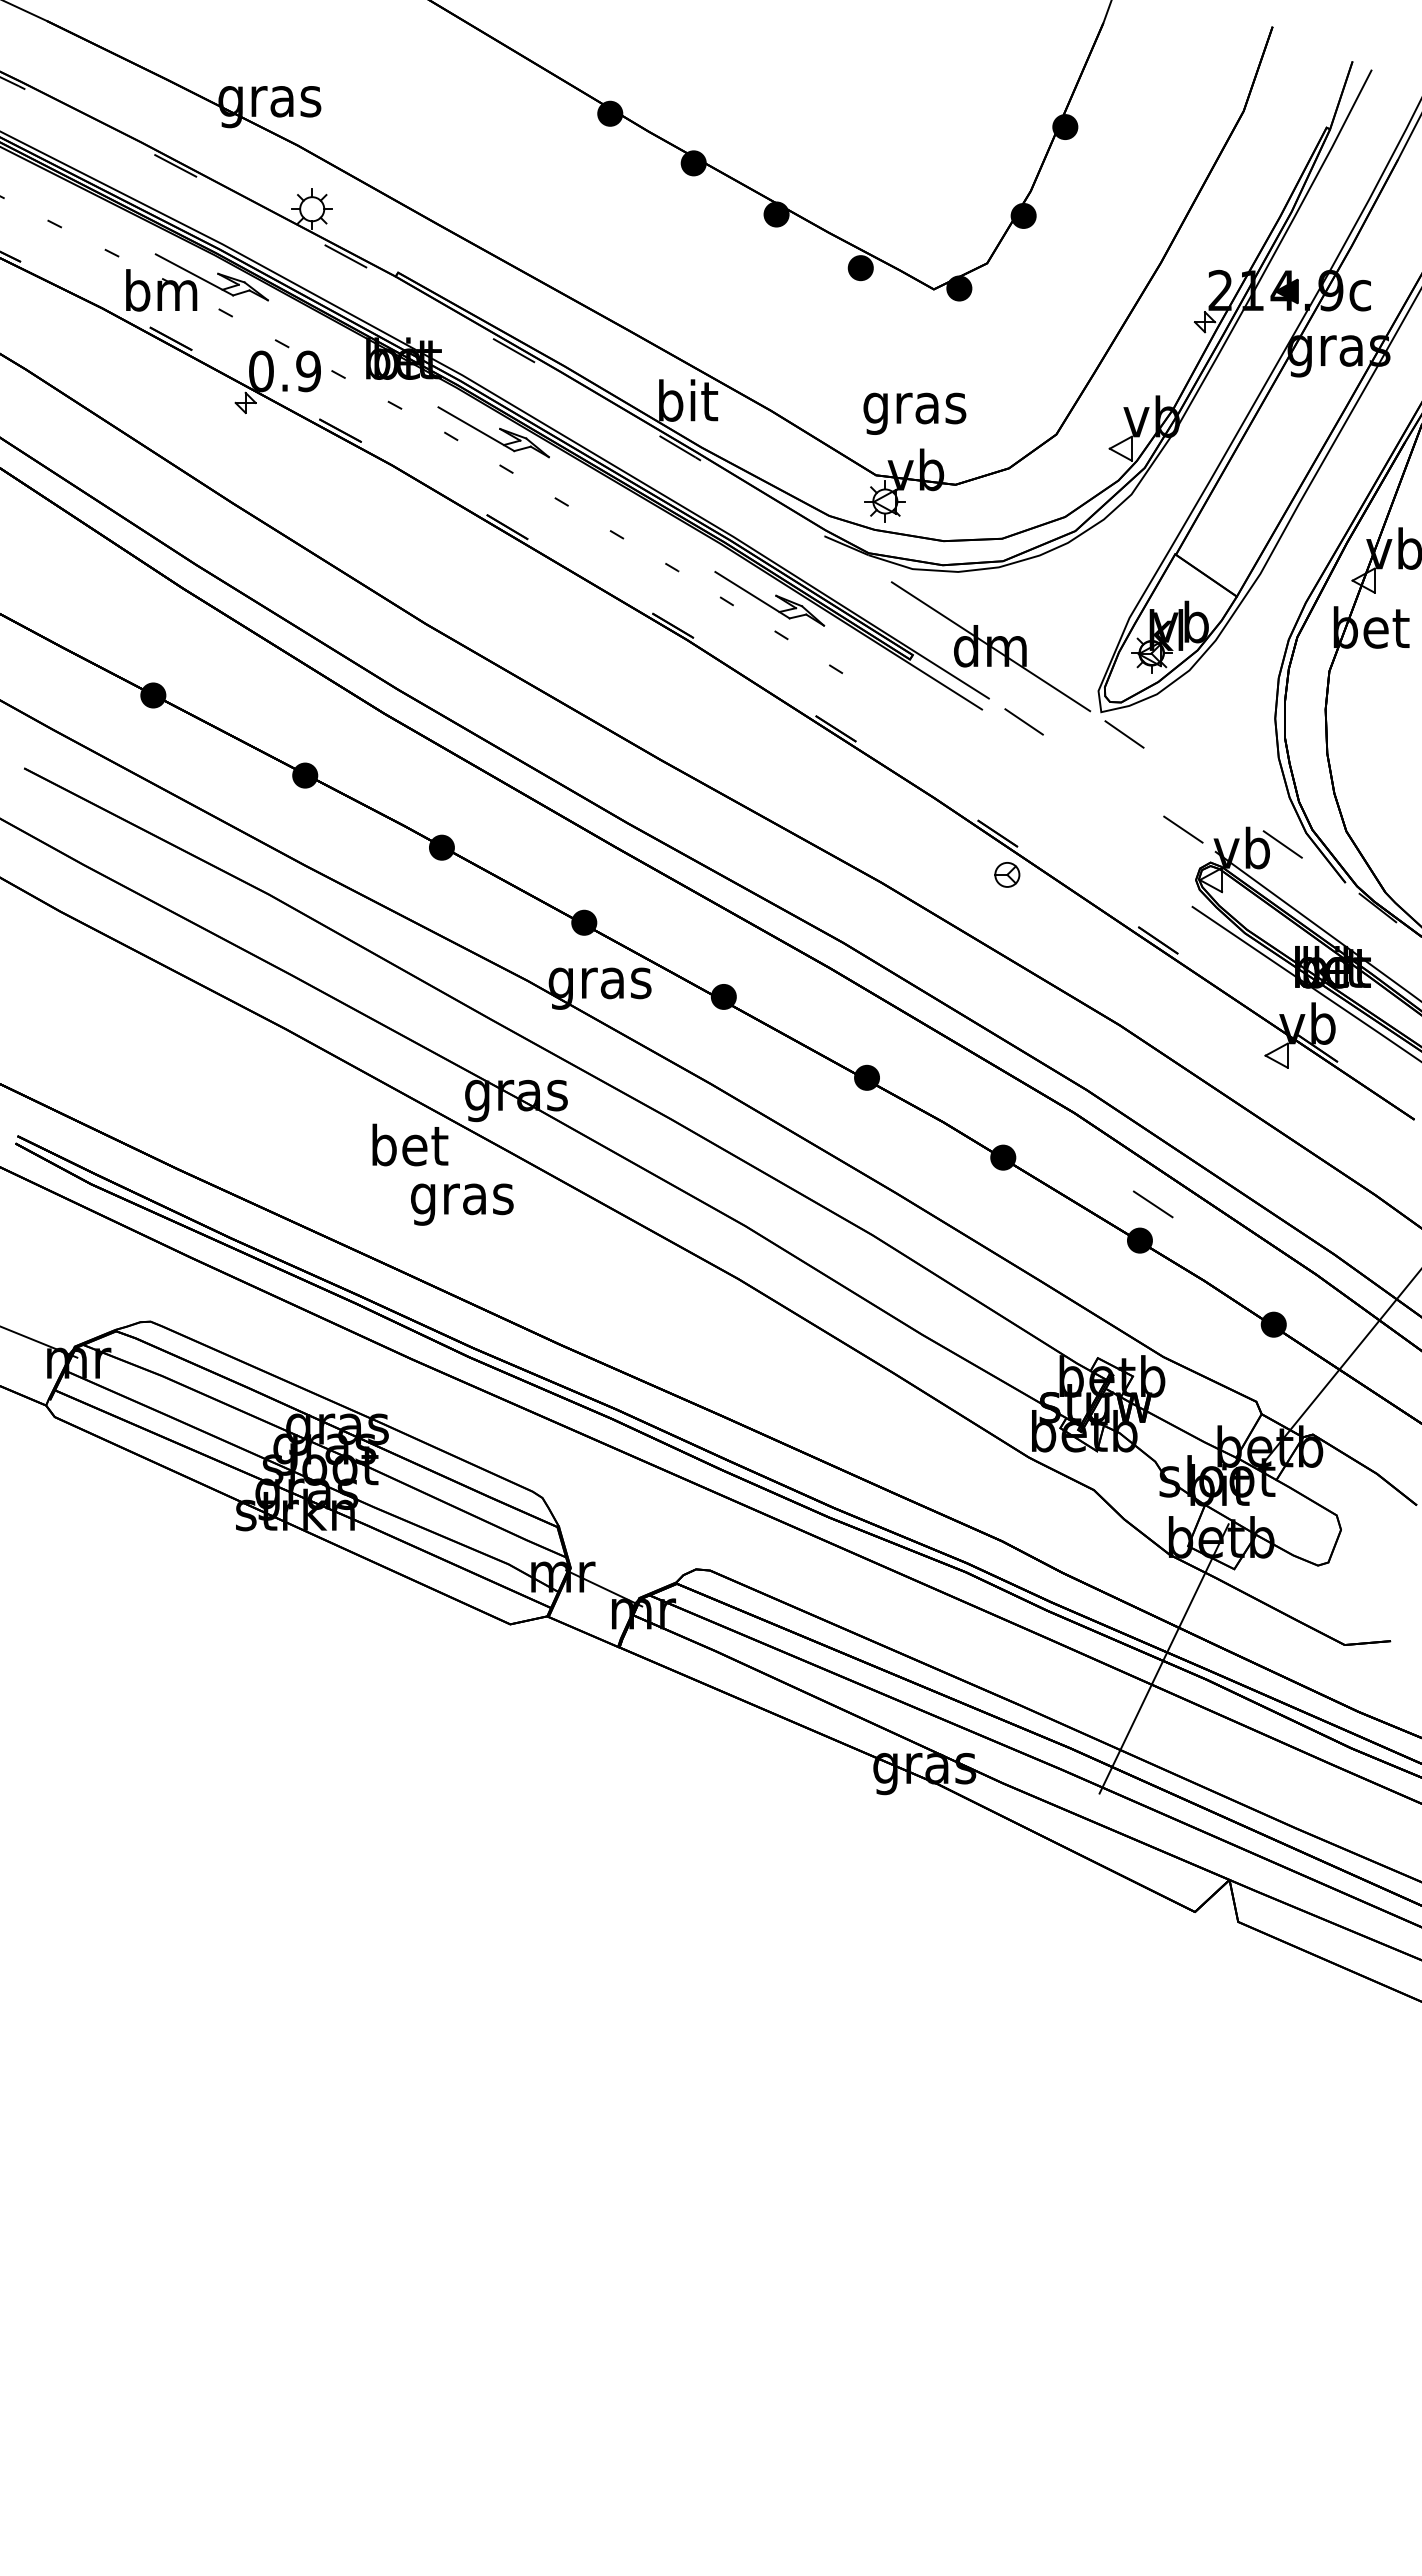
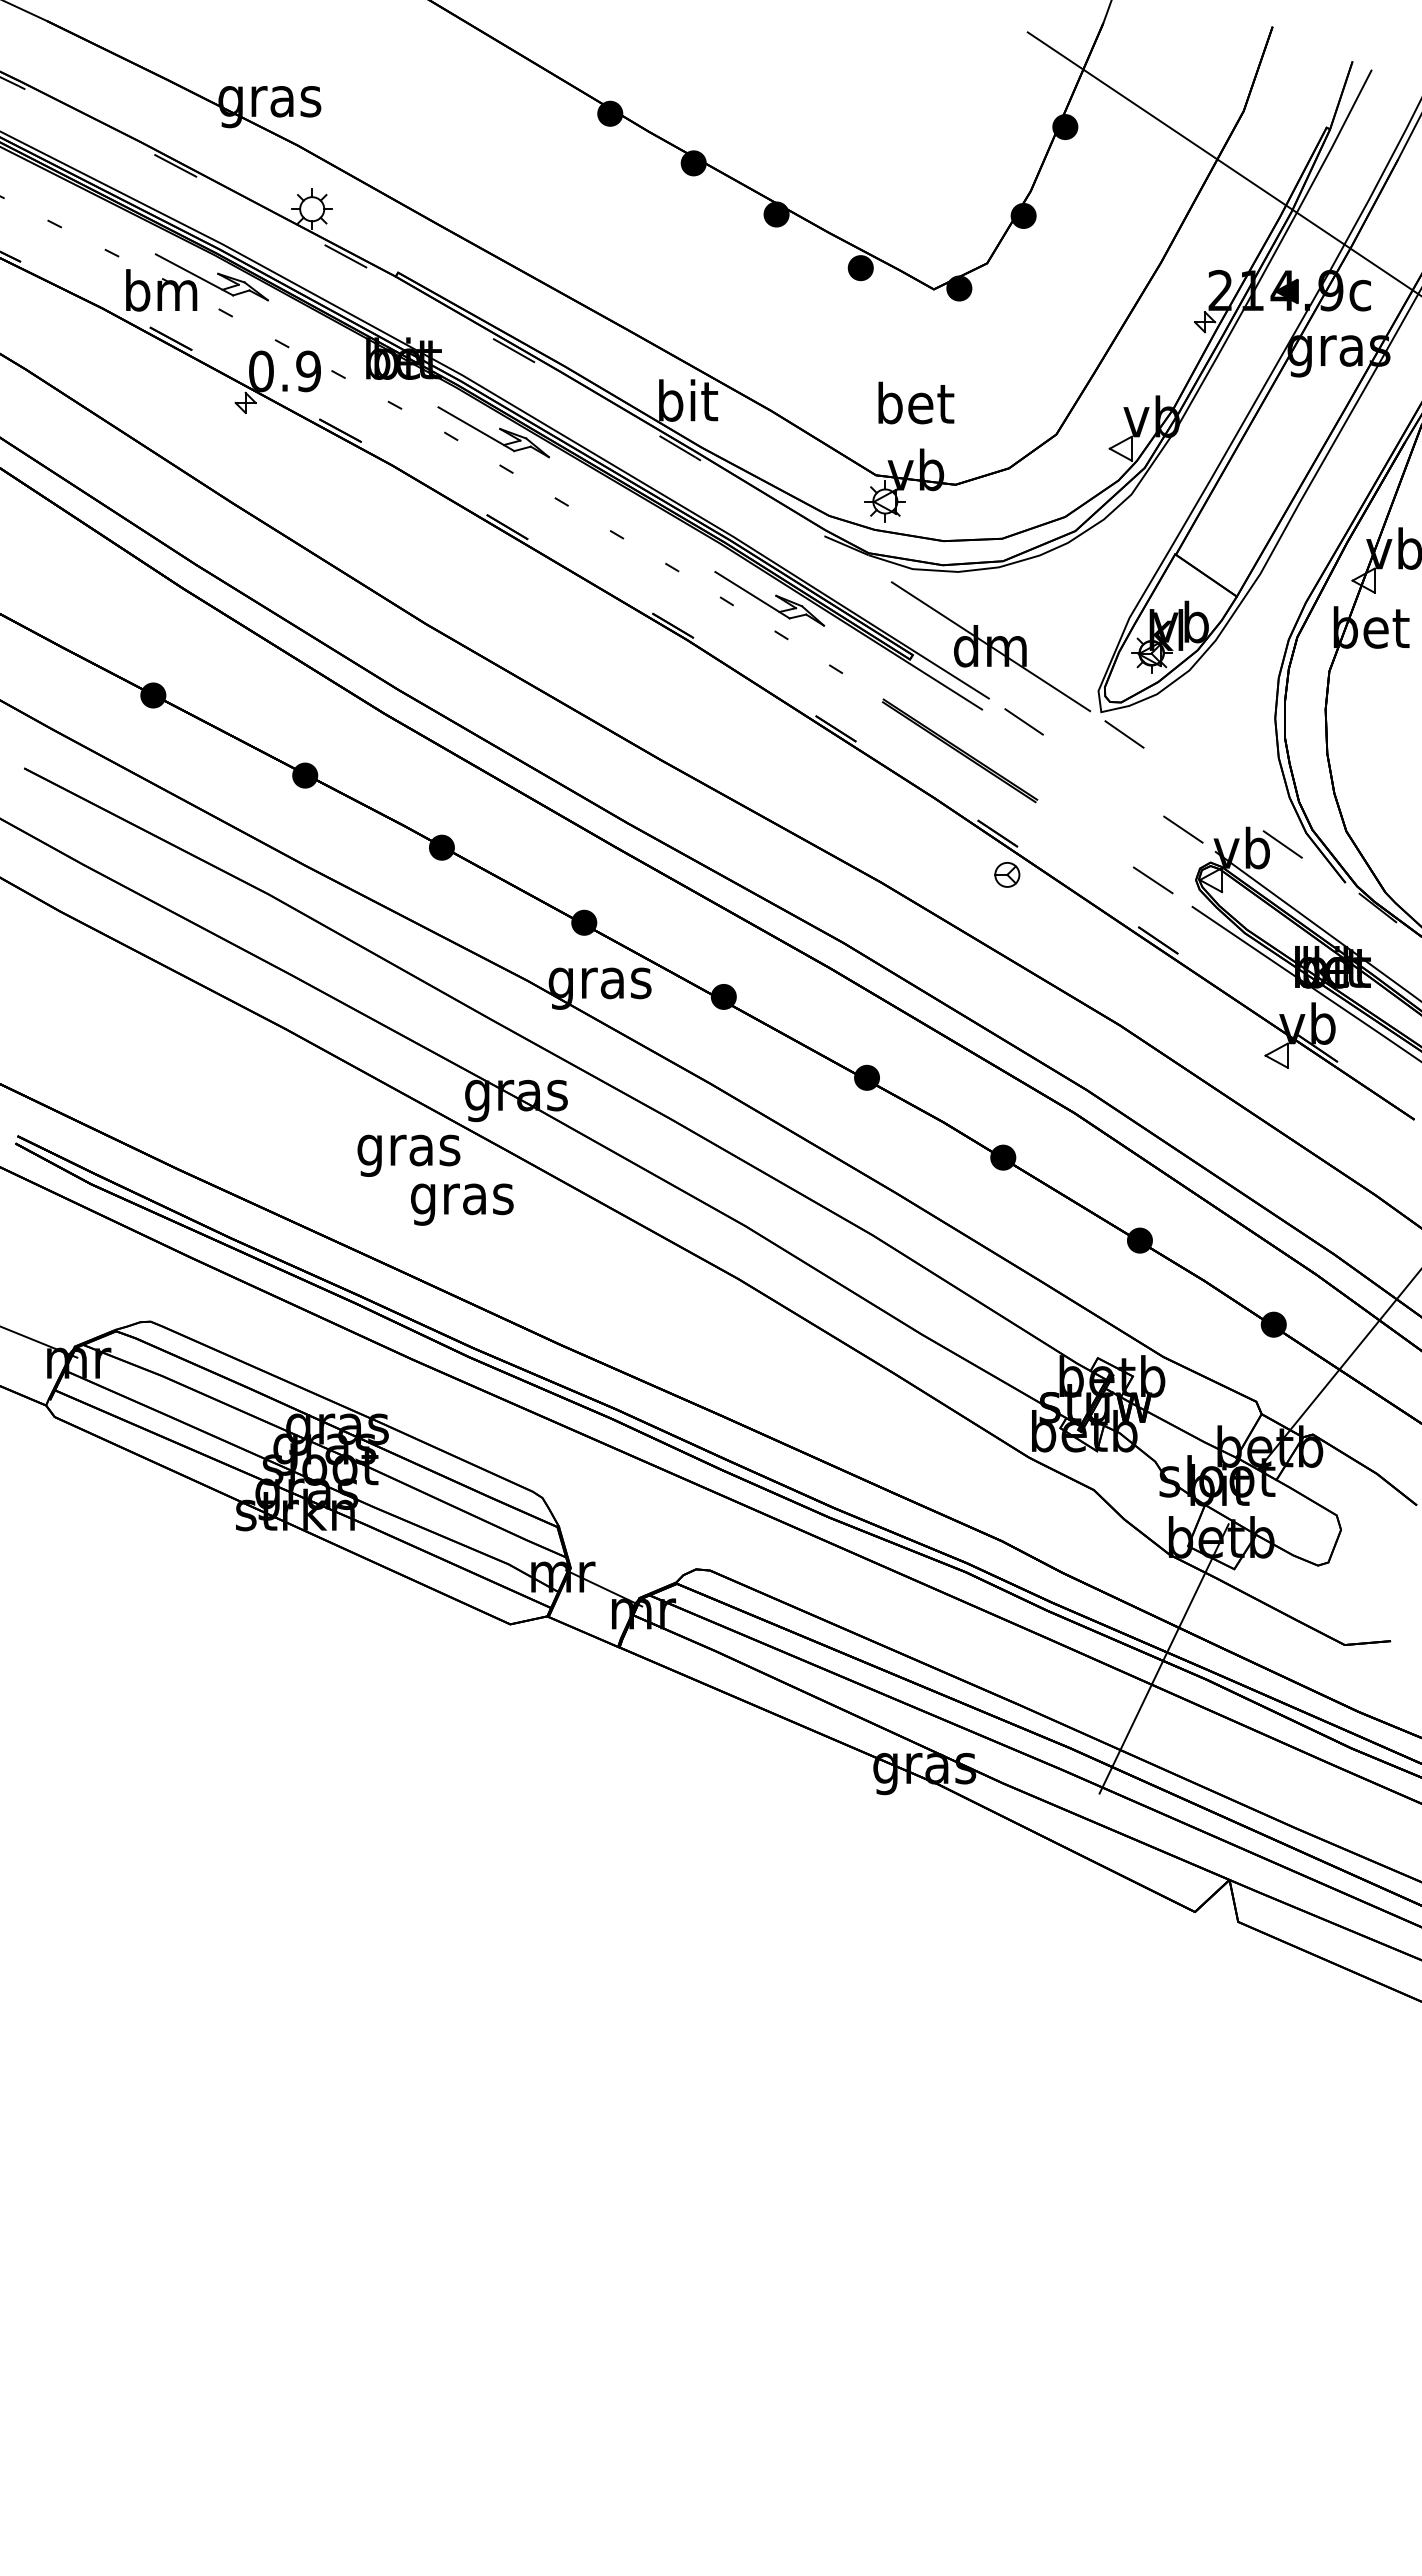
line at (1222, 163): none -> present
text at (914, 407): gras -> bet
part at (959, 750): none -> present
text at (408, 1149): bet -> gras
line at (1152, 1204) position: (1152, 1204) -> (1152, 880)
